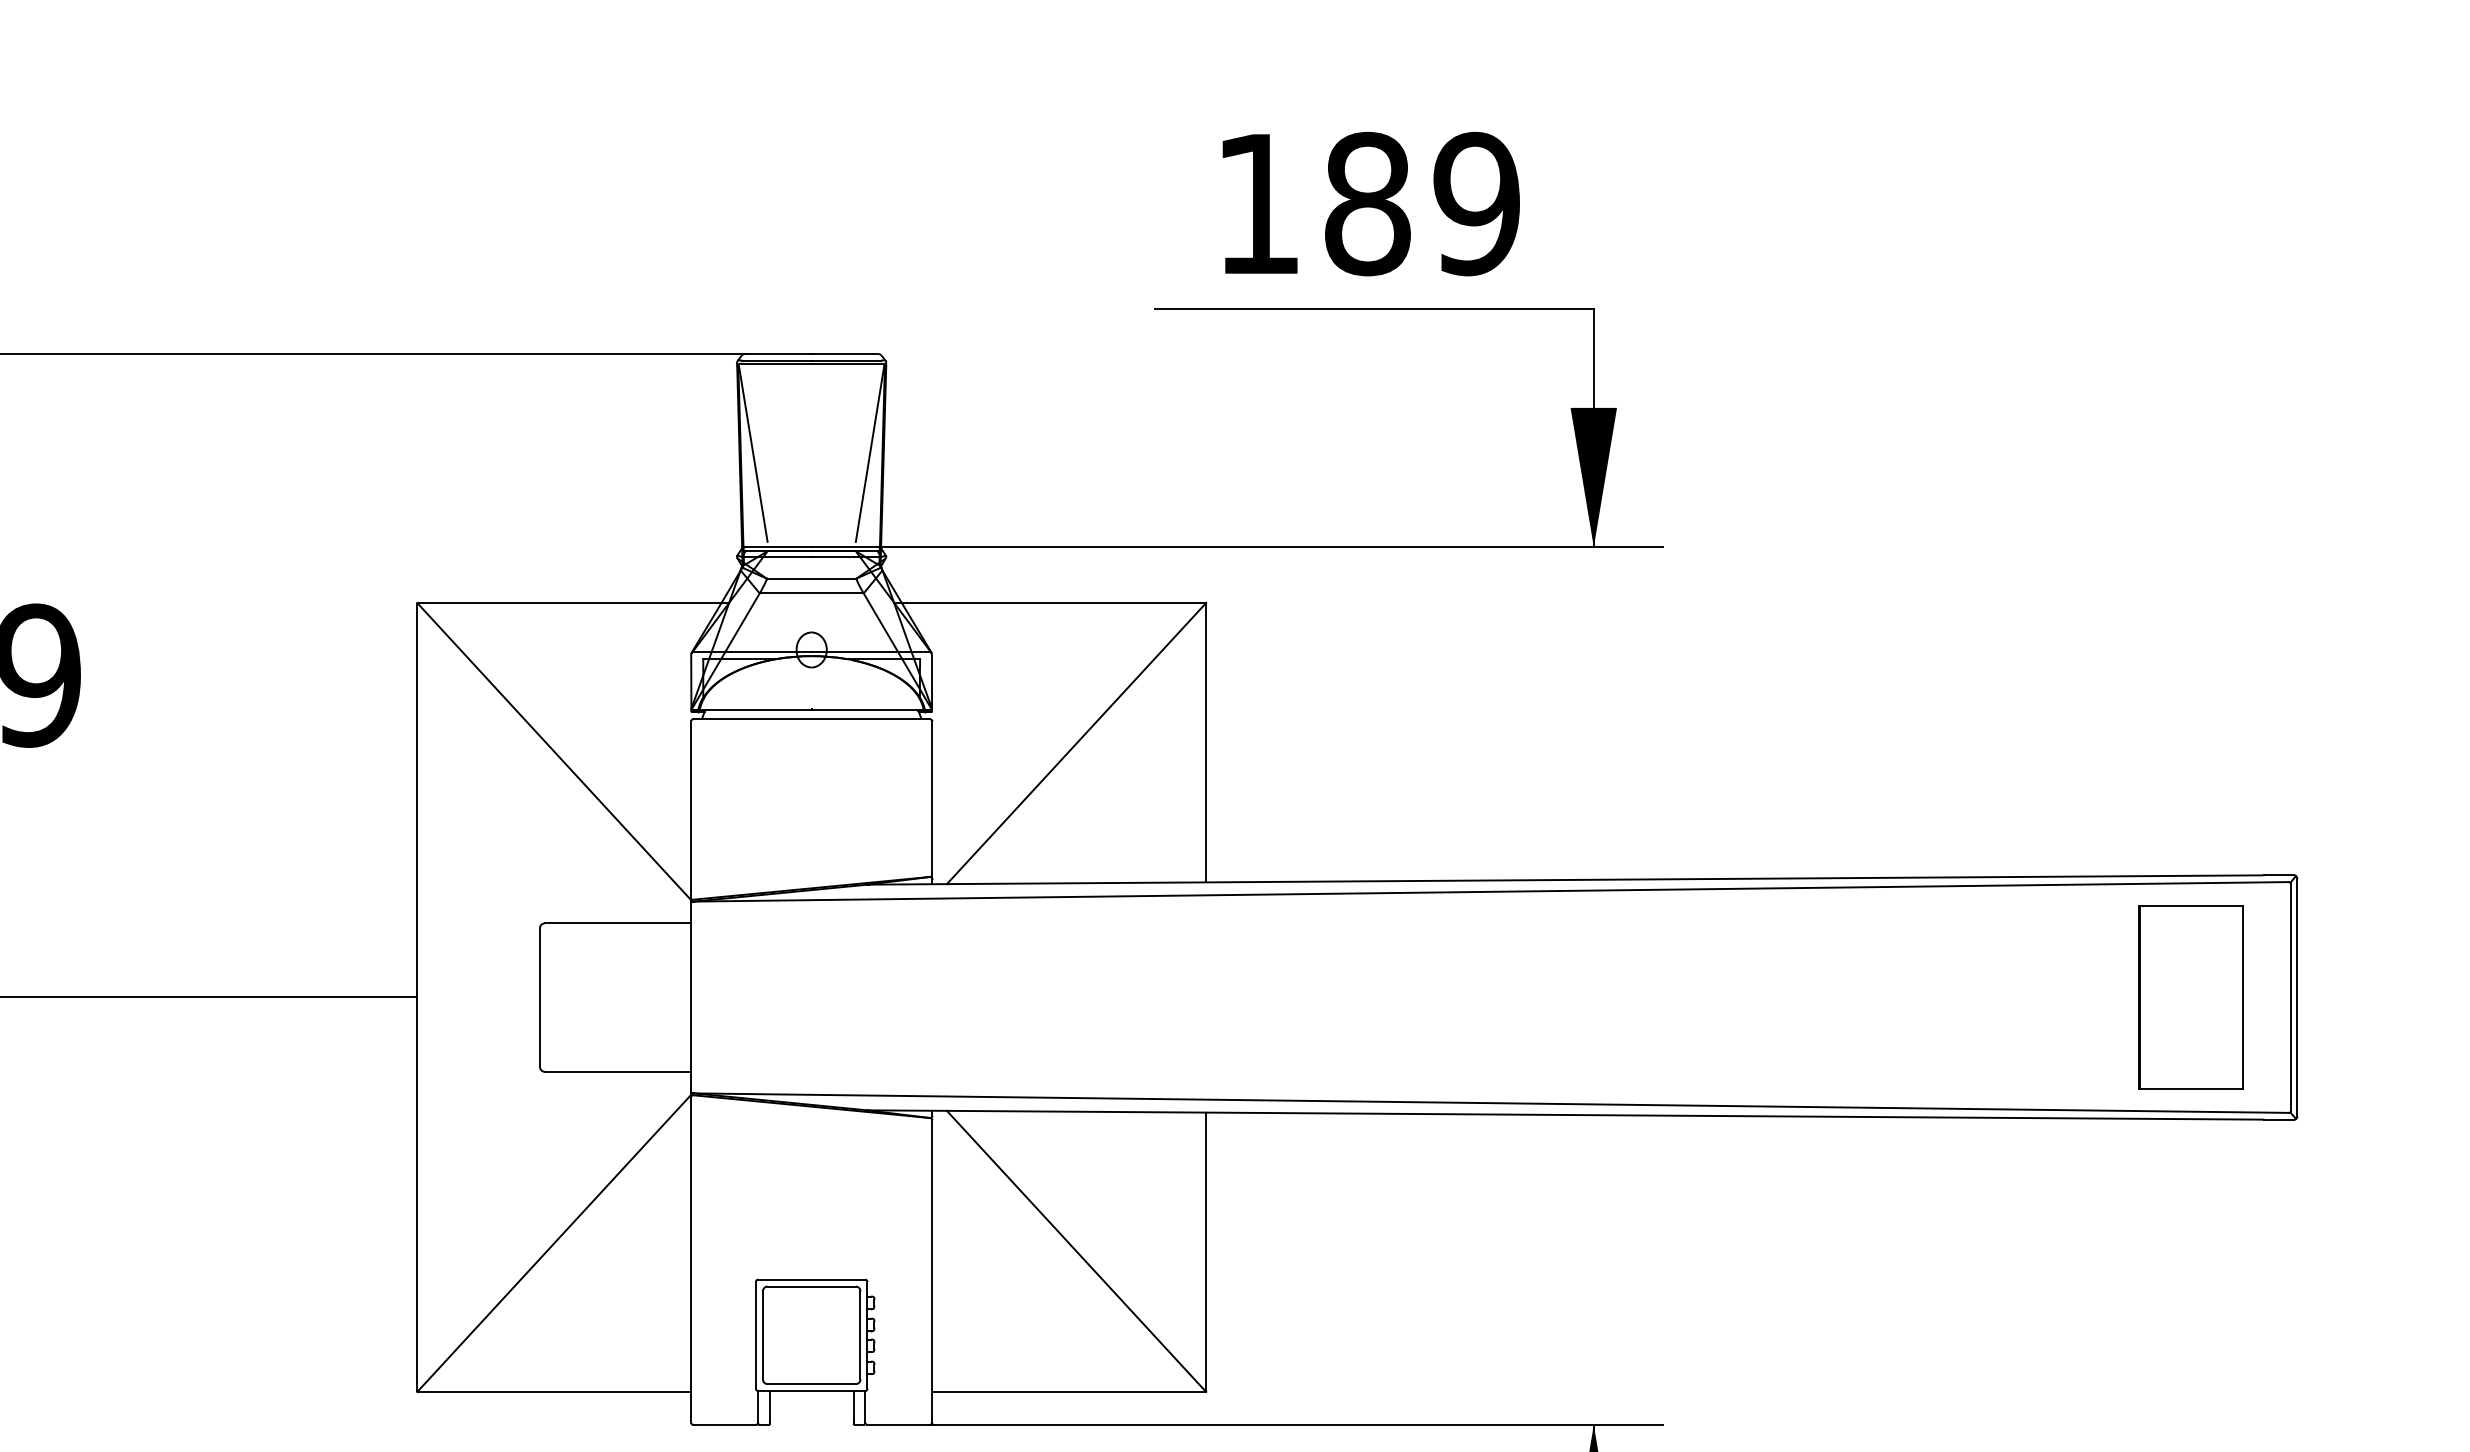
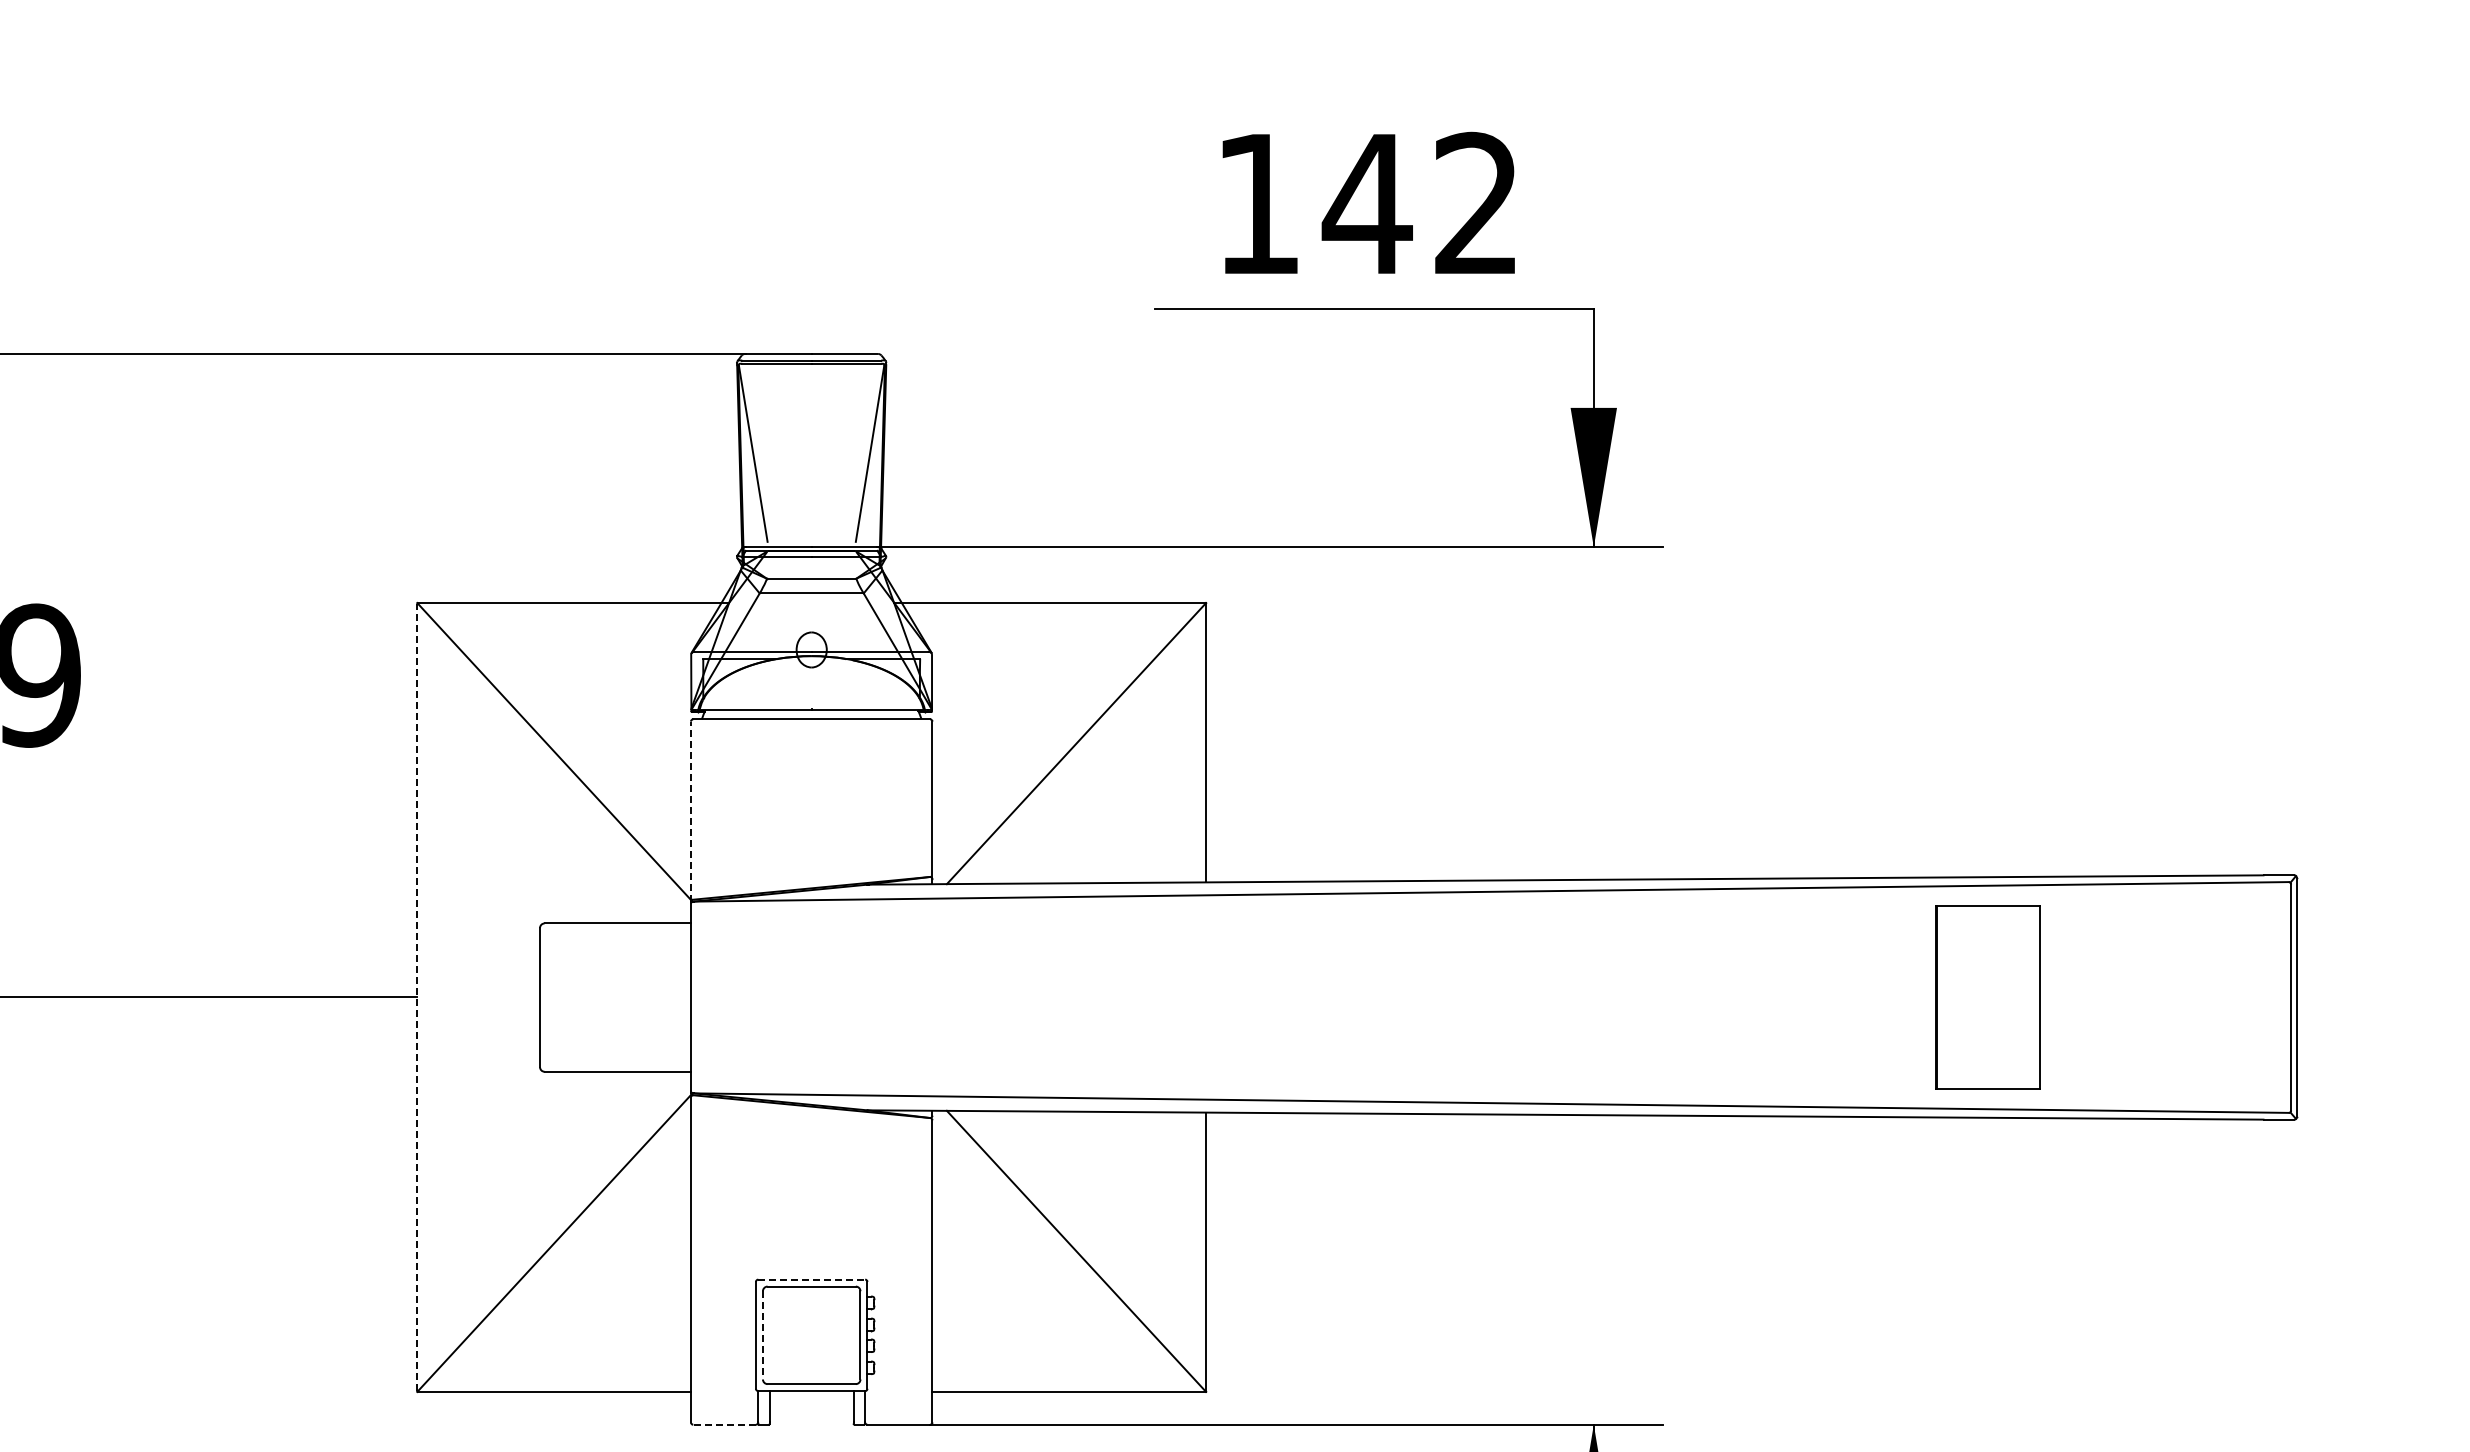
text at (1420, 203): 189 -> 142
line at (690, 811): solid -> dashed
line at (416, 997): solid -> dashed
part at (2190, 997) position: (2190, 997) -> (1987, 997)
line at (812, 1279): solid -> dashed
line at (762, 1335): solid -> dashed
line at (724, 1424): solid -> dashed
